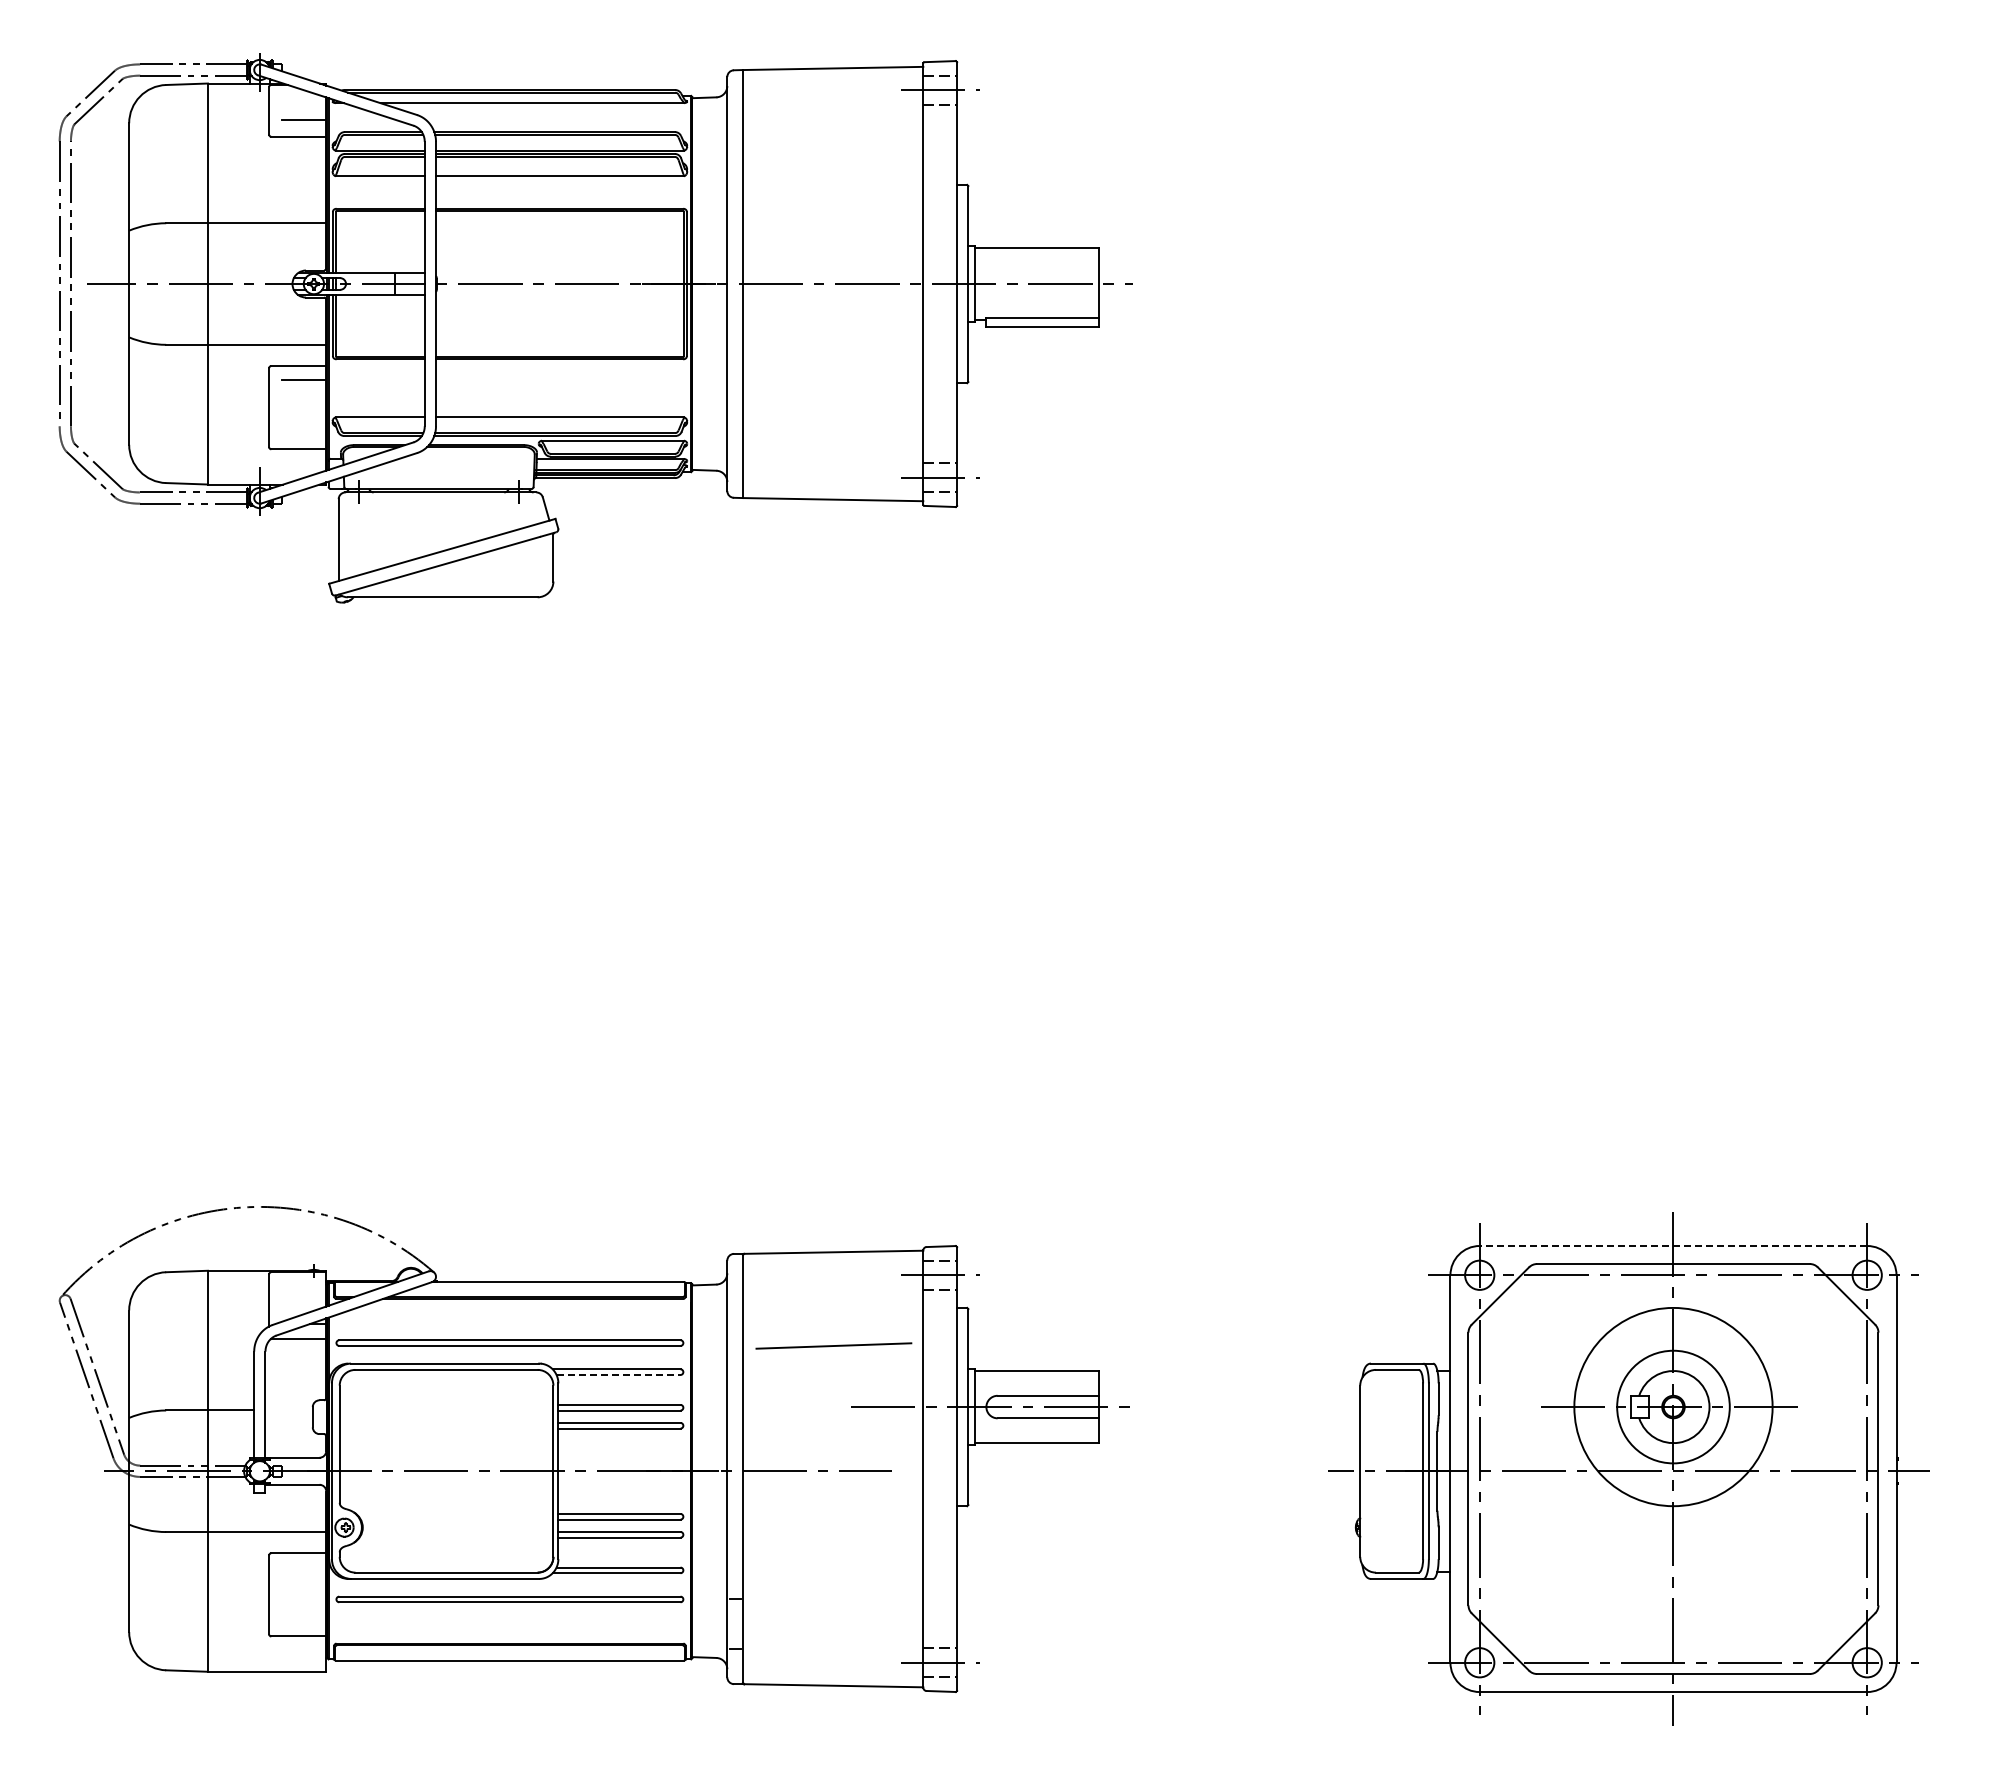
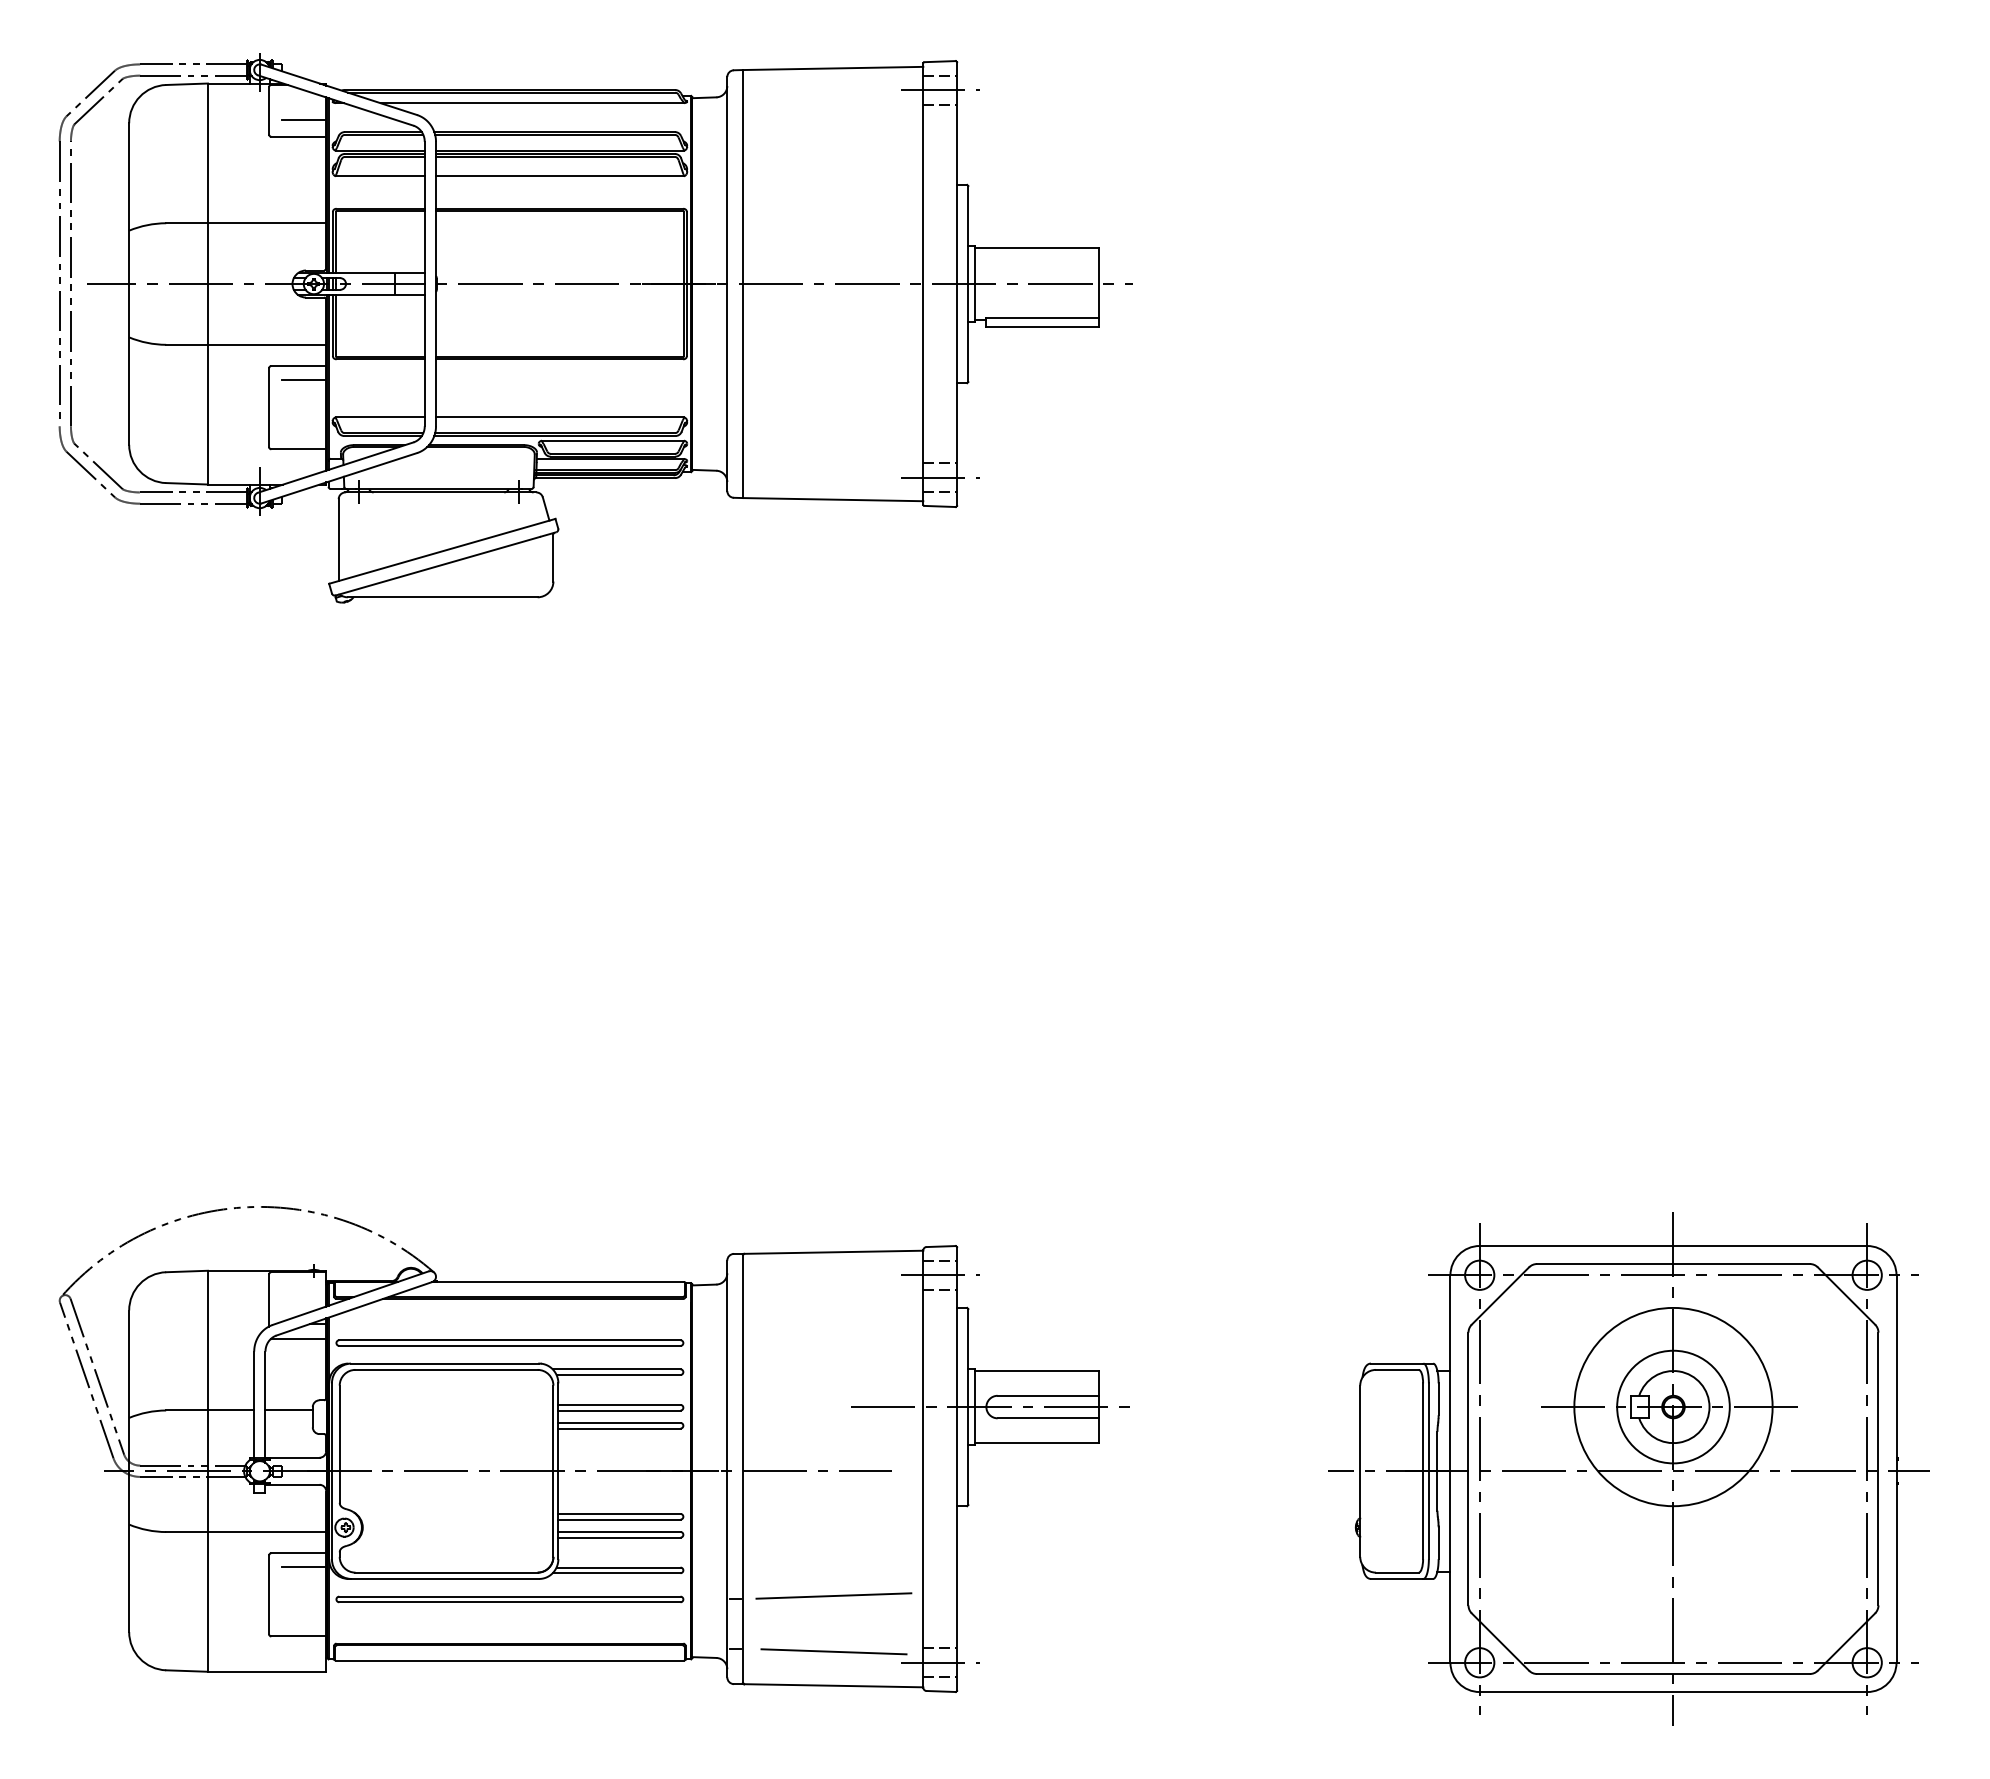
line at (1673, 1245): dashed -> solid
line at (833, 1345) position: (833, 1345) -> (833, 1595)
line at (619, 1374): dashed -> solid
line at (288, 1410): none -> present
line at (304, 1567): none -> present
line at (833, 1651): none -> present
